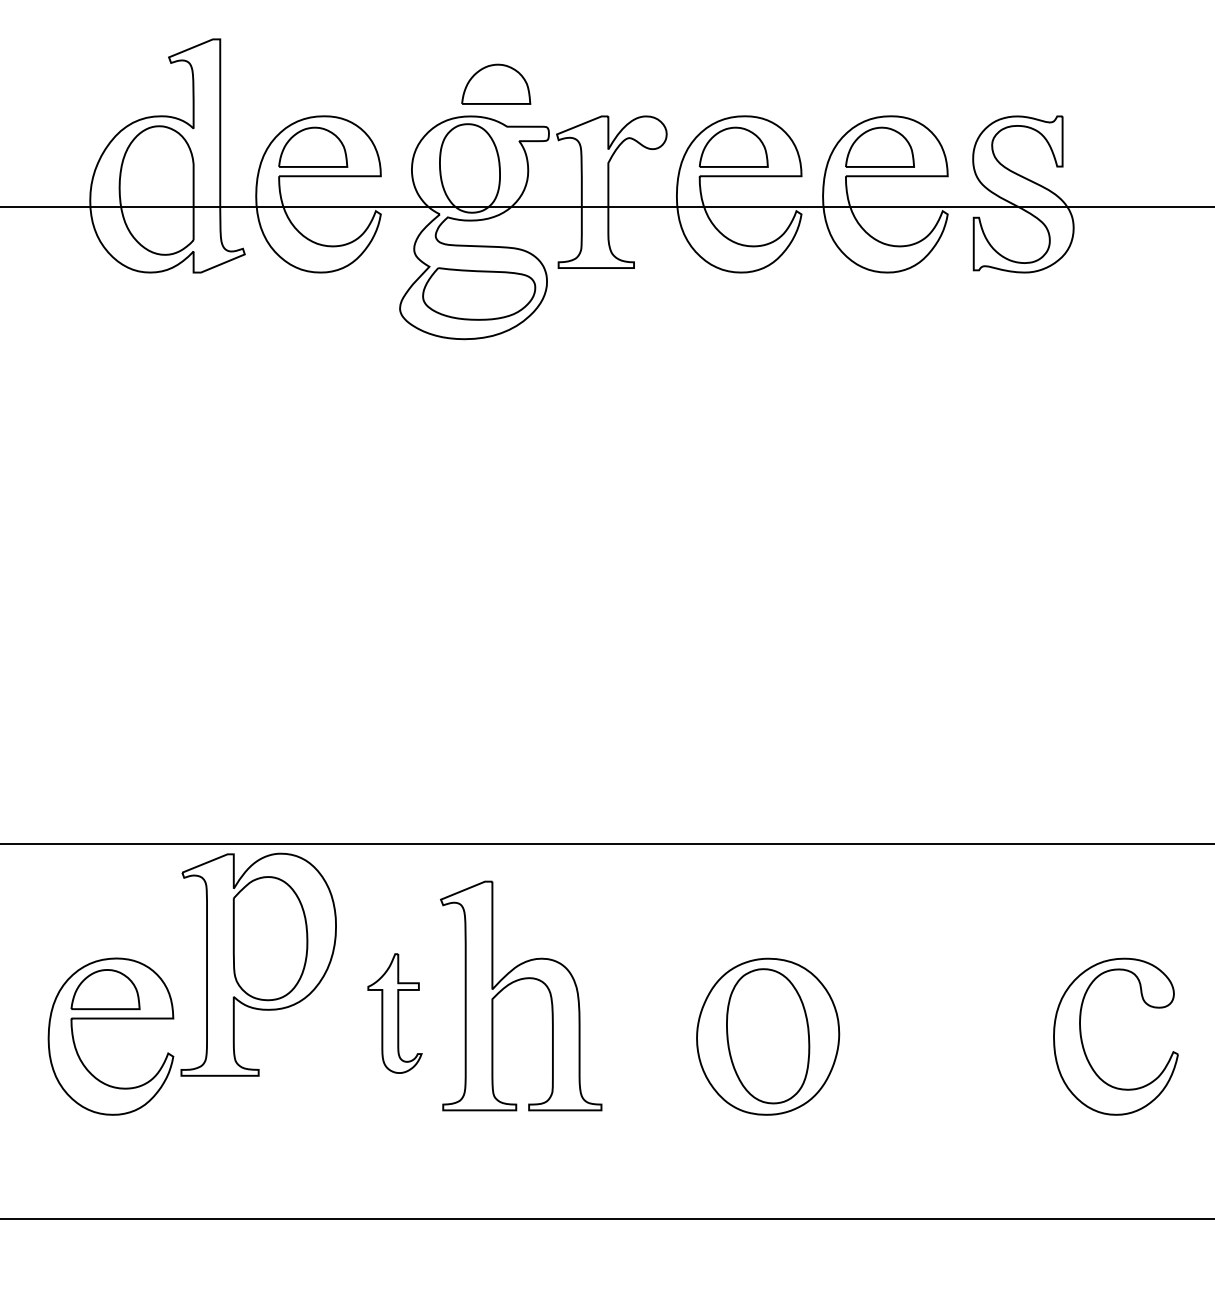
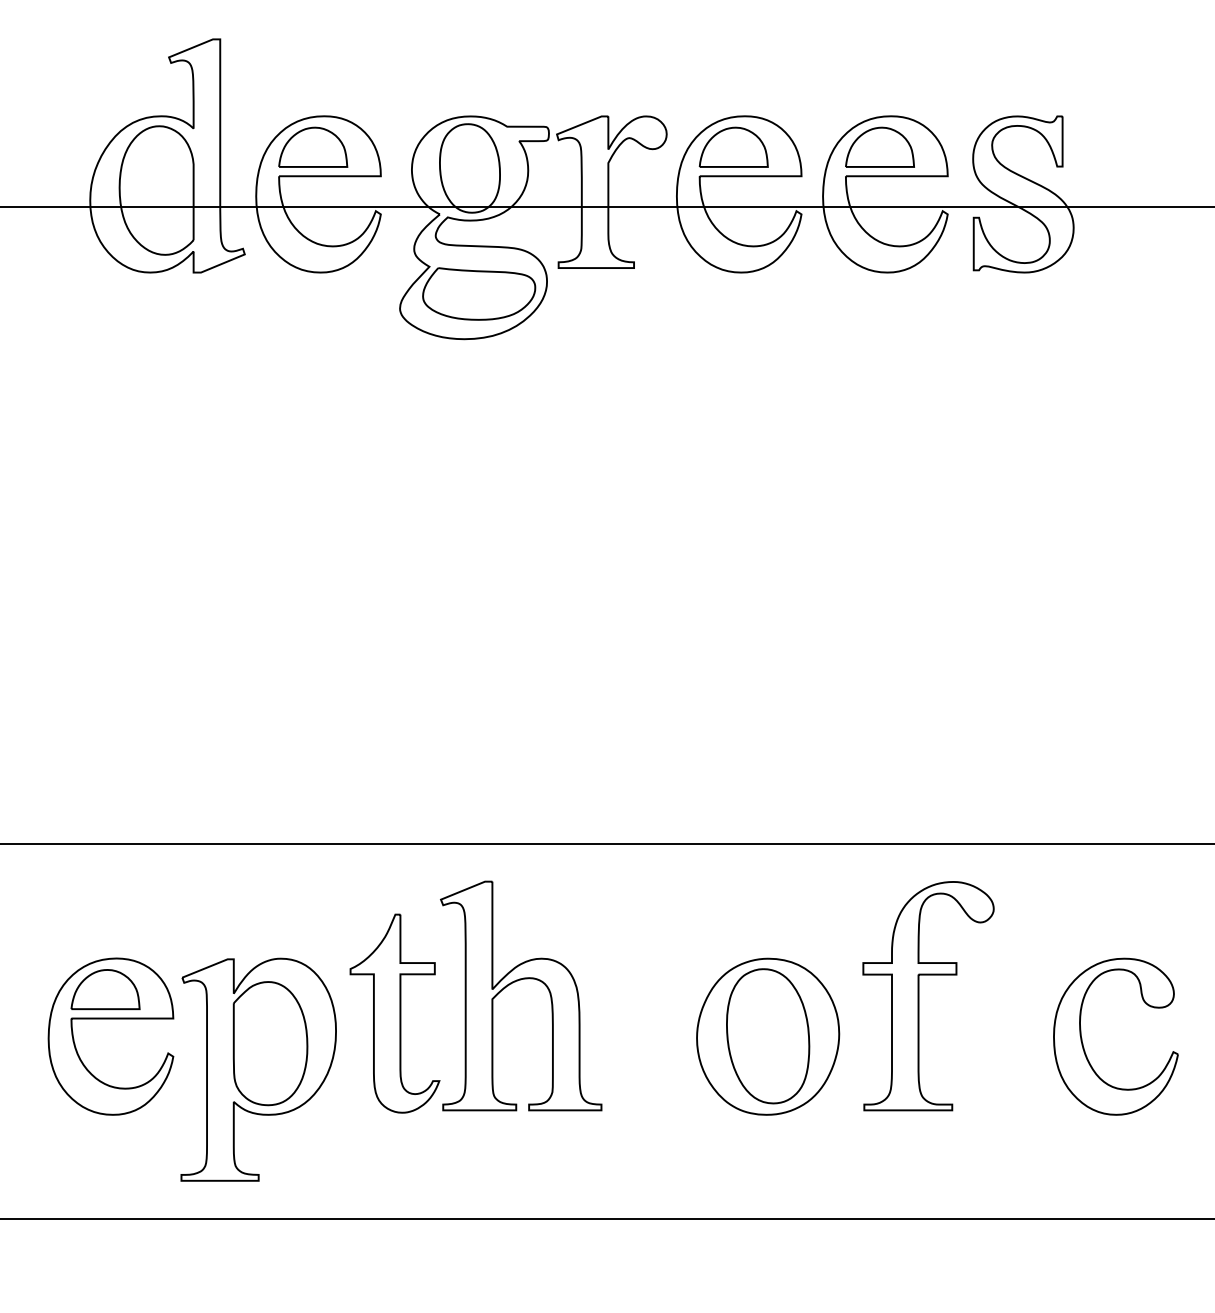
part at (496, 83): present -> none
part at (258, 964) position: (258, 964) -> (258, 1069)
part at (919, 996): none -> present
part at (394, 1013) size: 56x121 px -> 92x201 px
